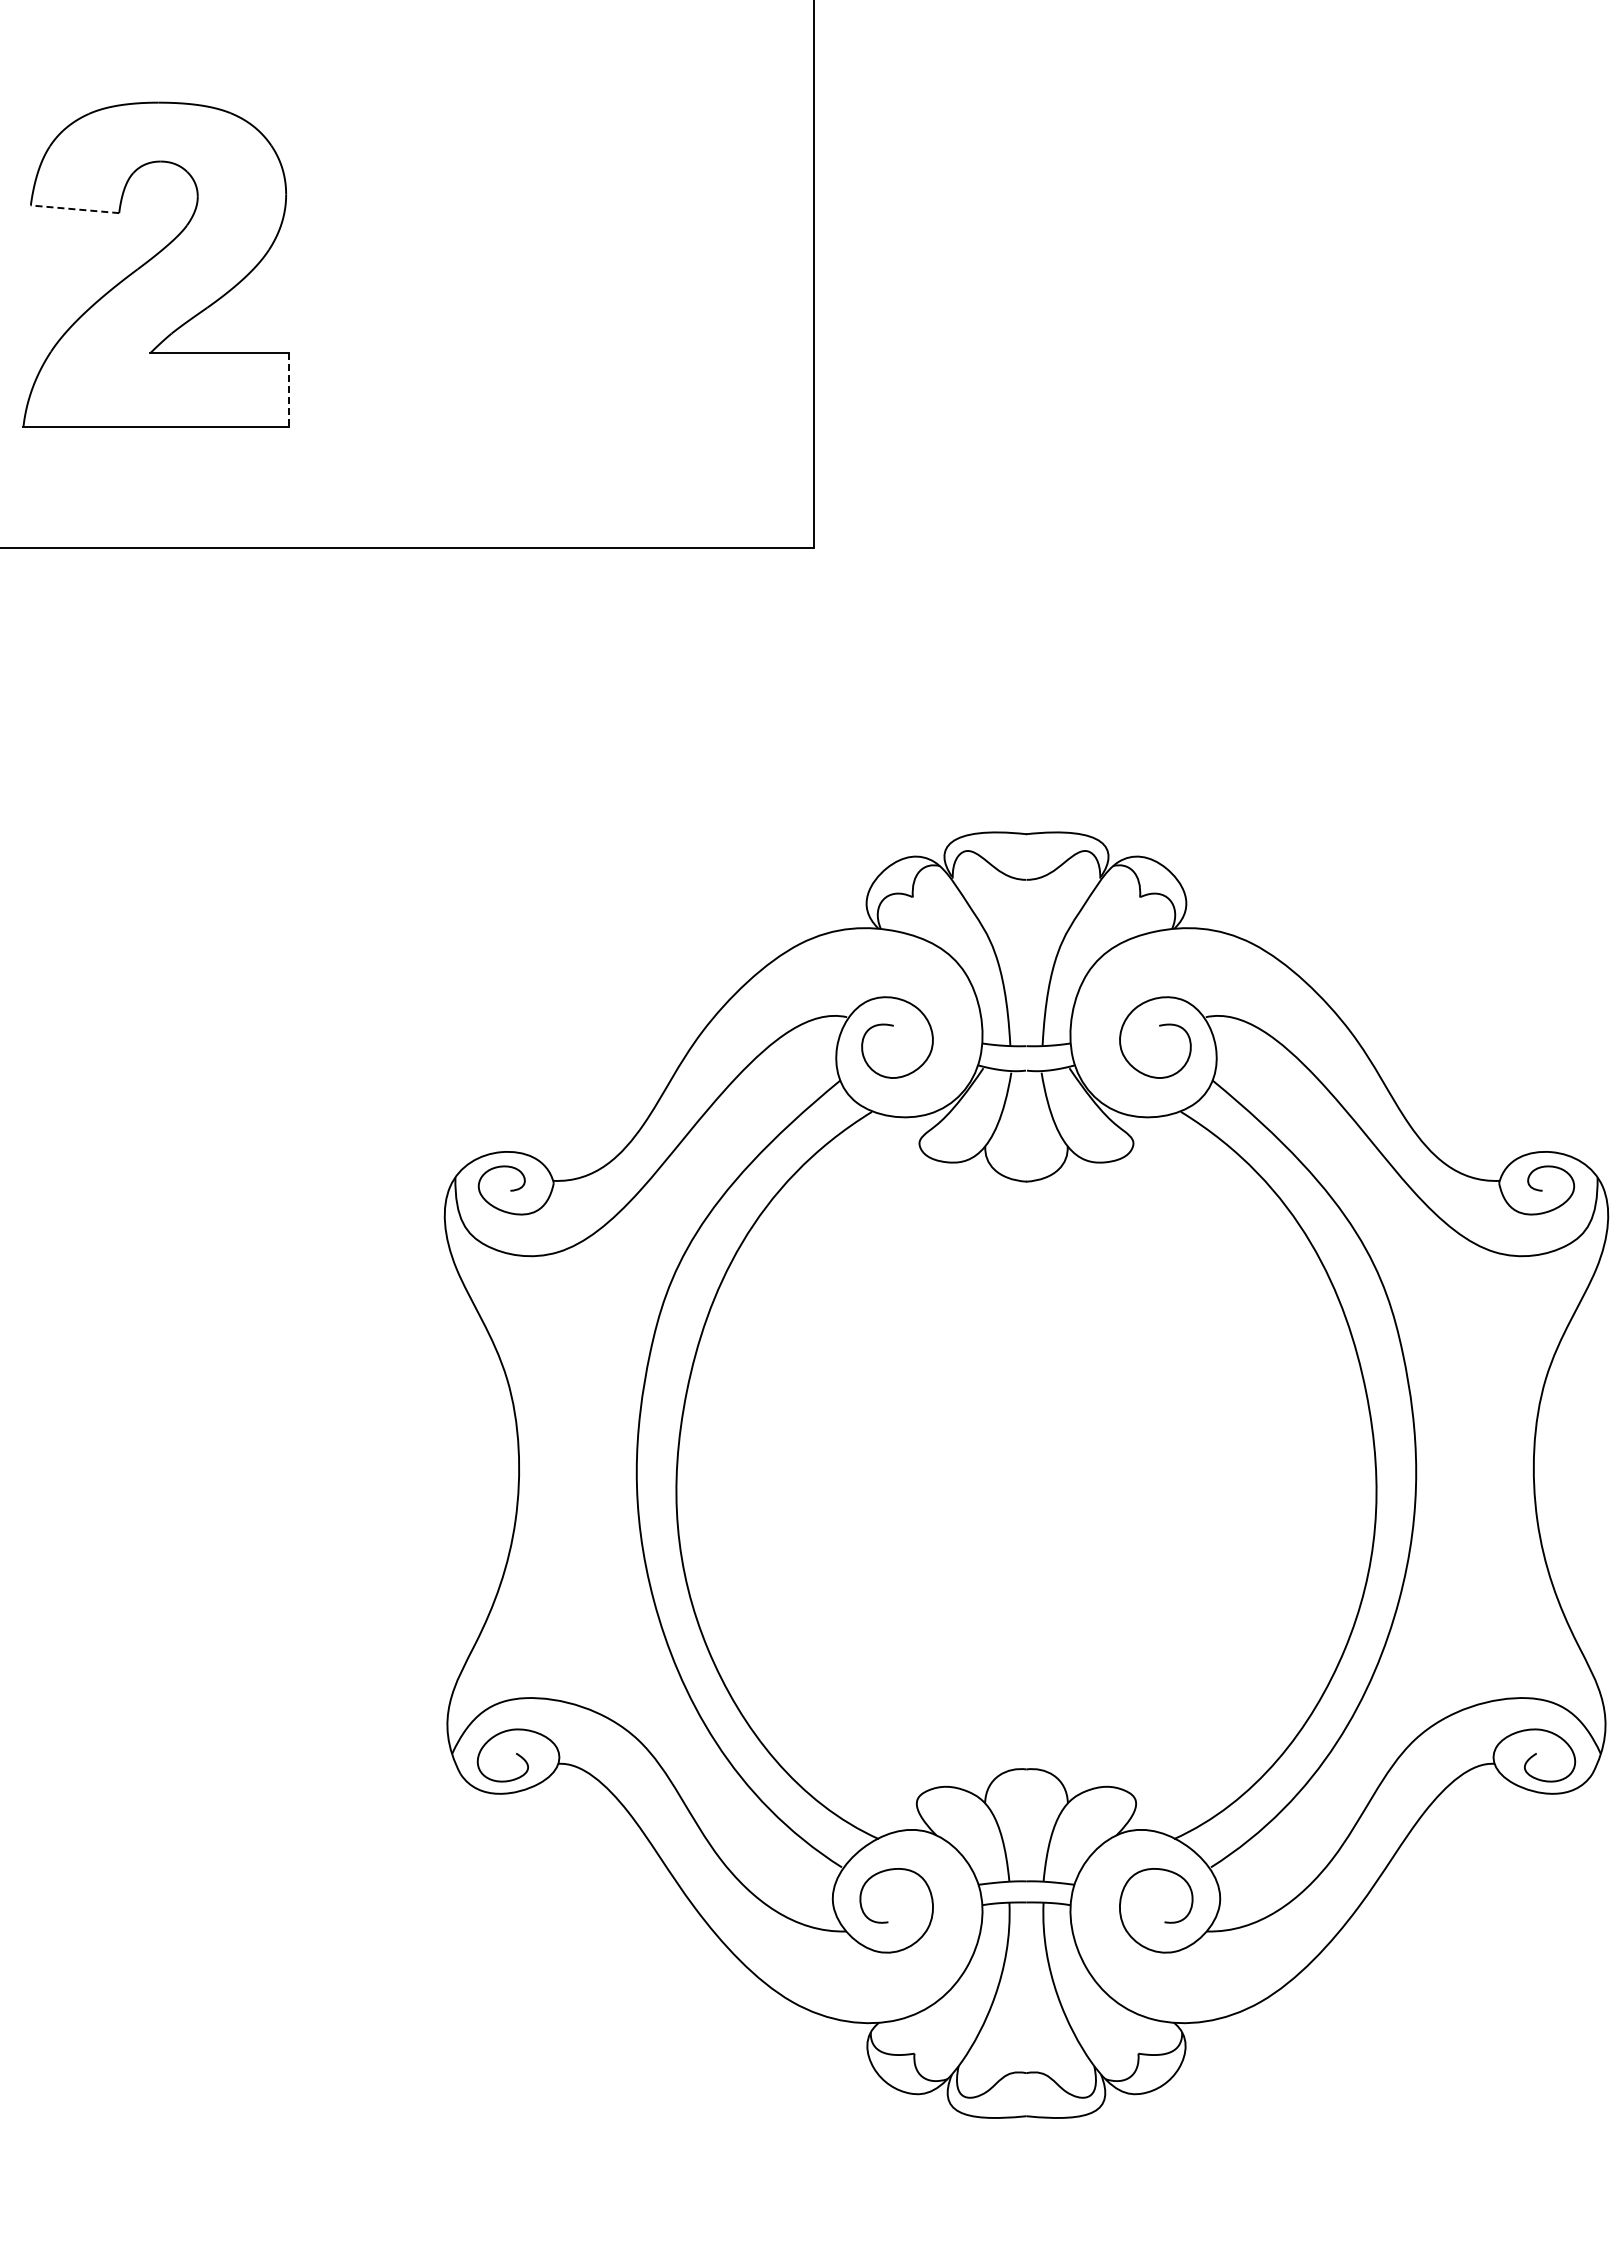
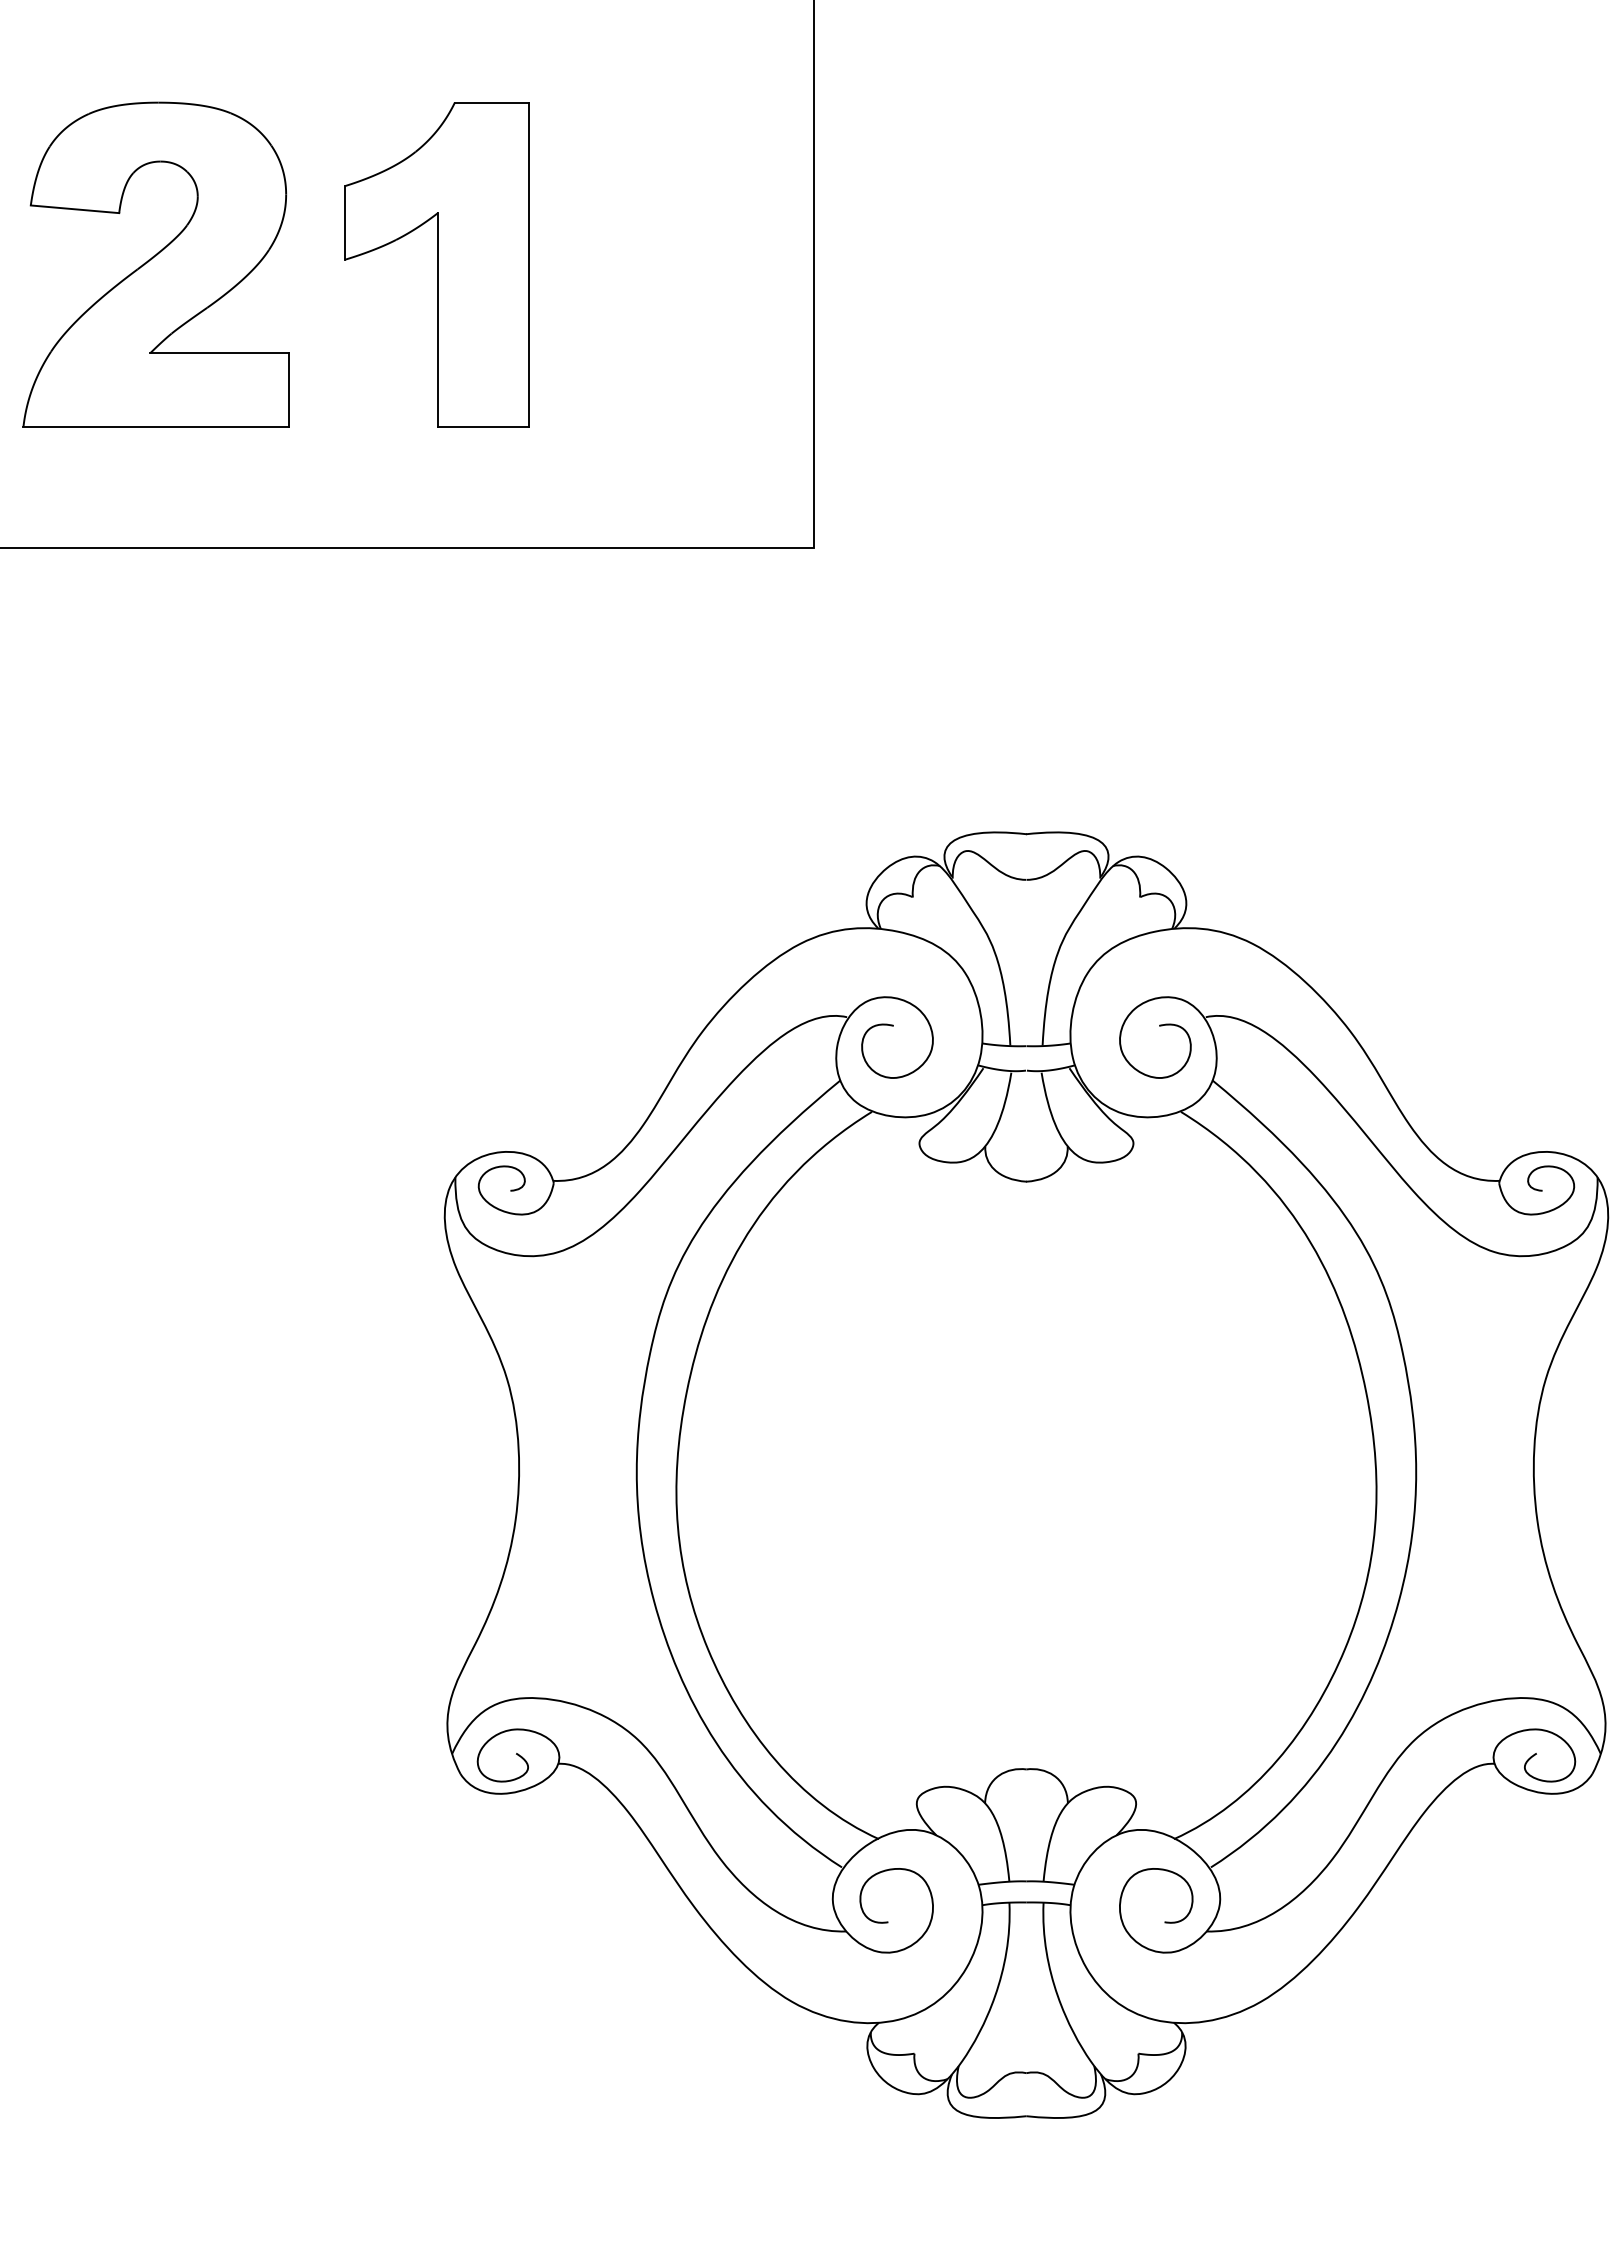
line at (74, 209): dashed -> solid
part at (436, 264): none -> present
line at (288, 389): dashed -> solid
